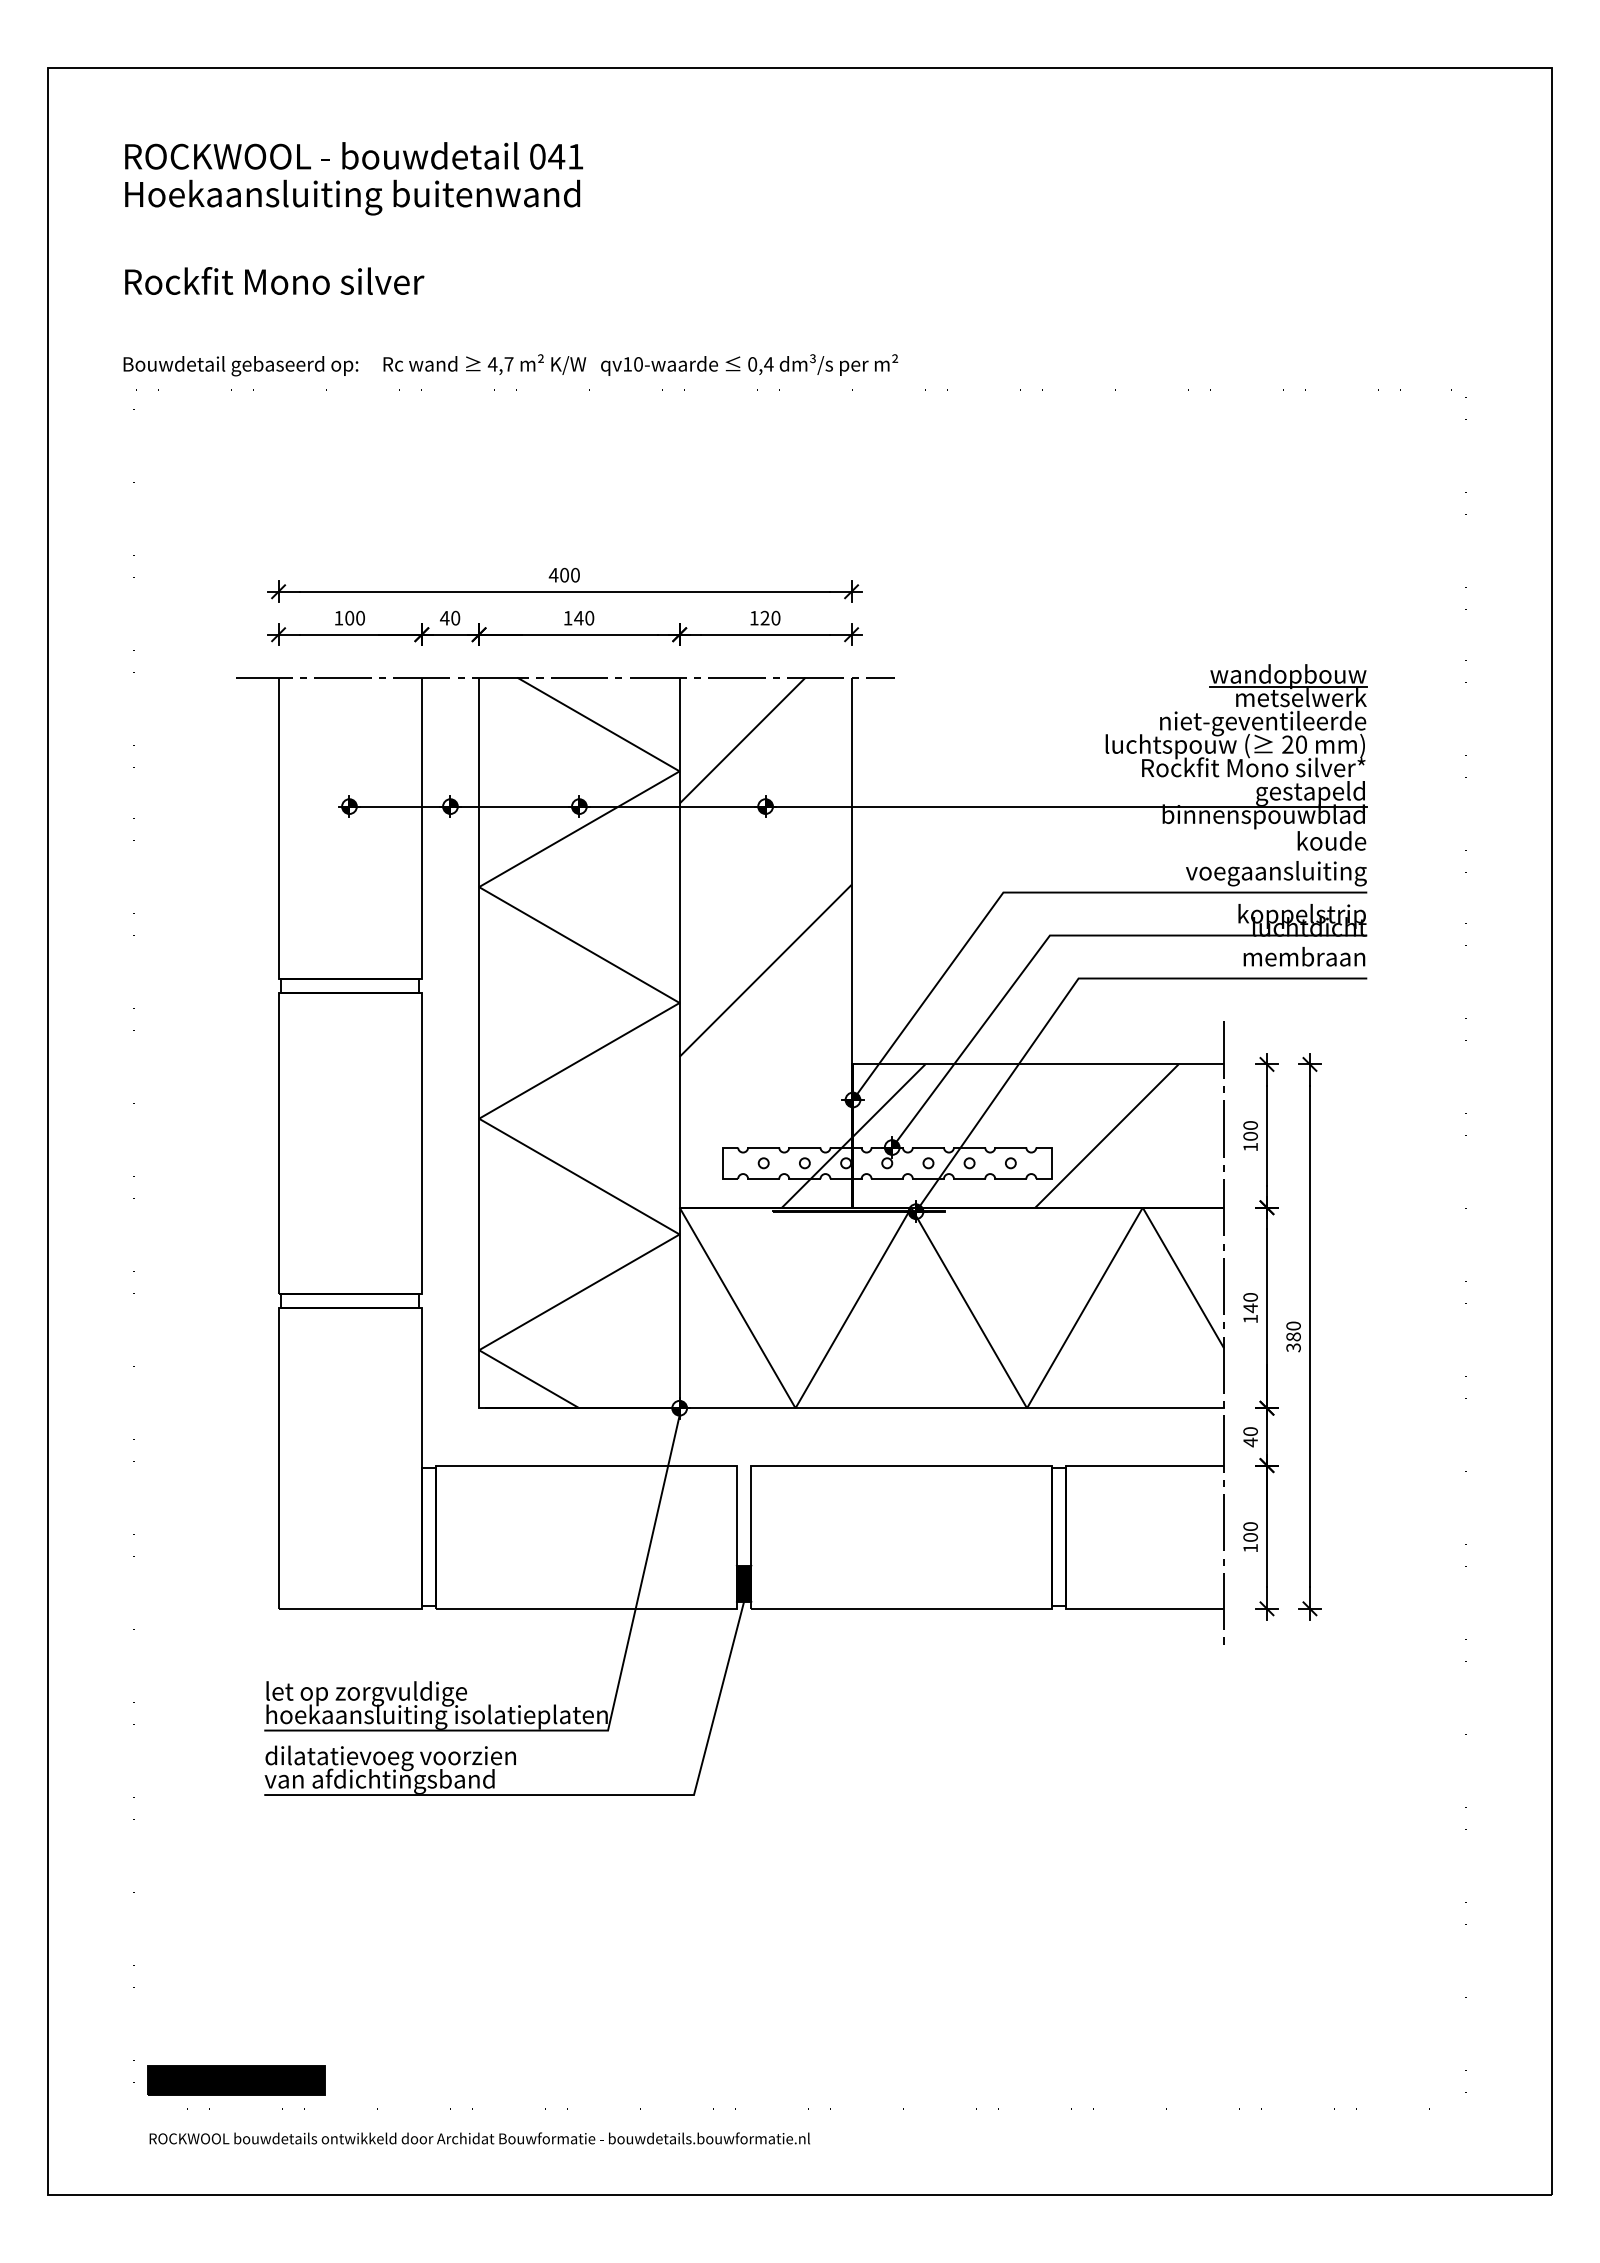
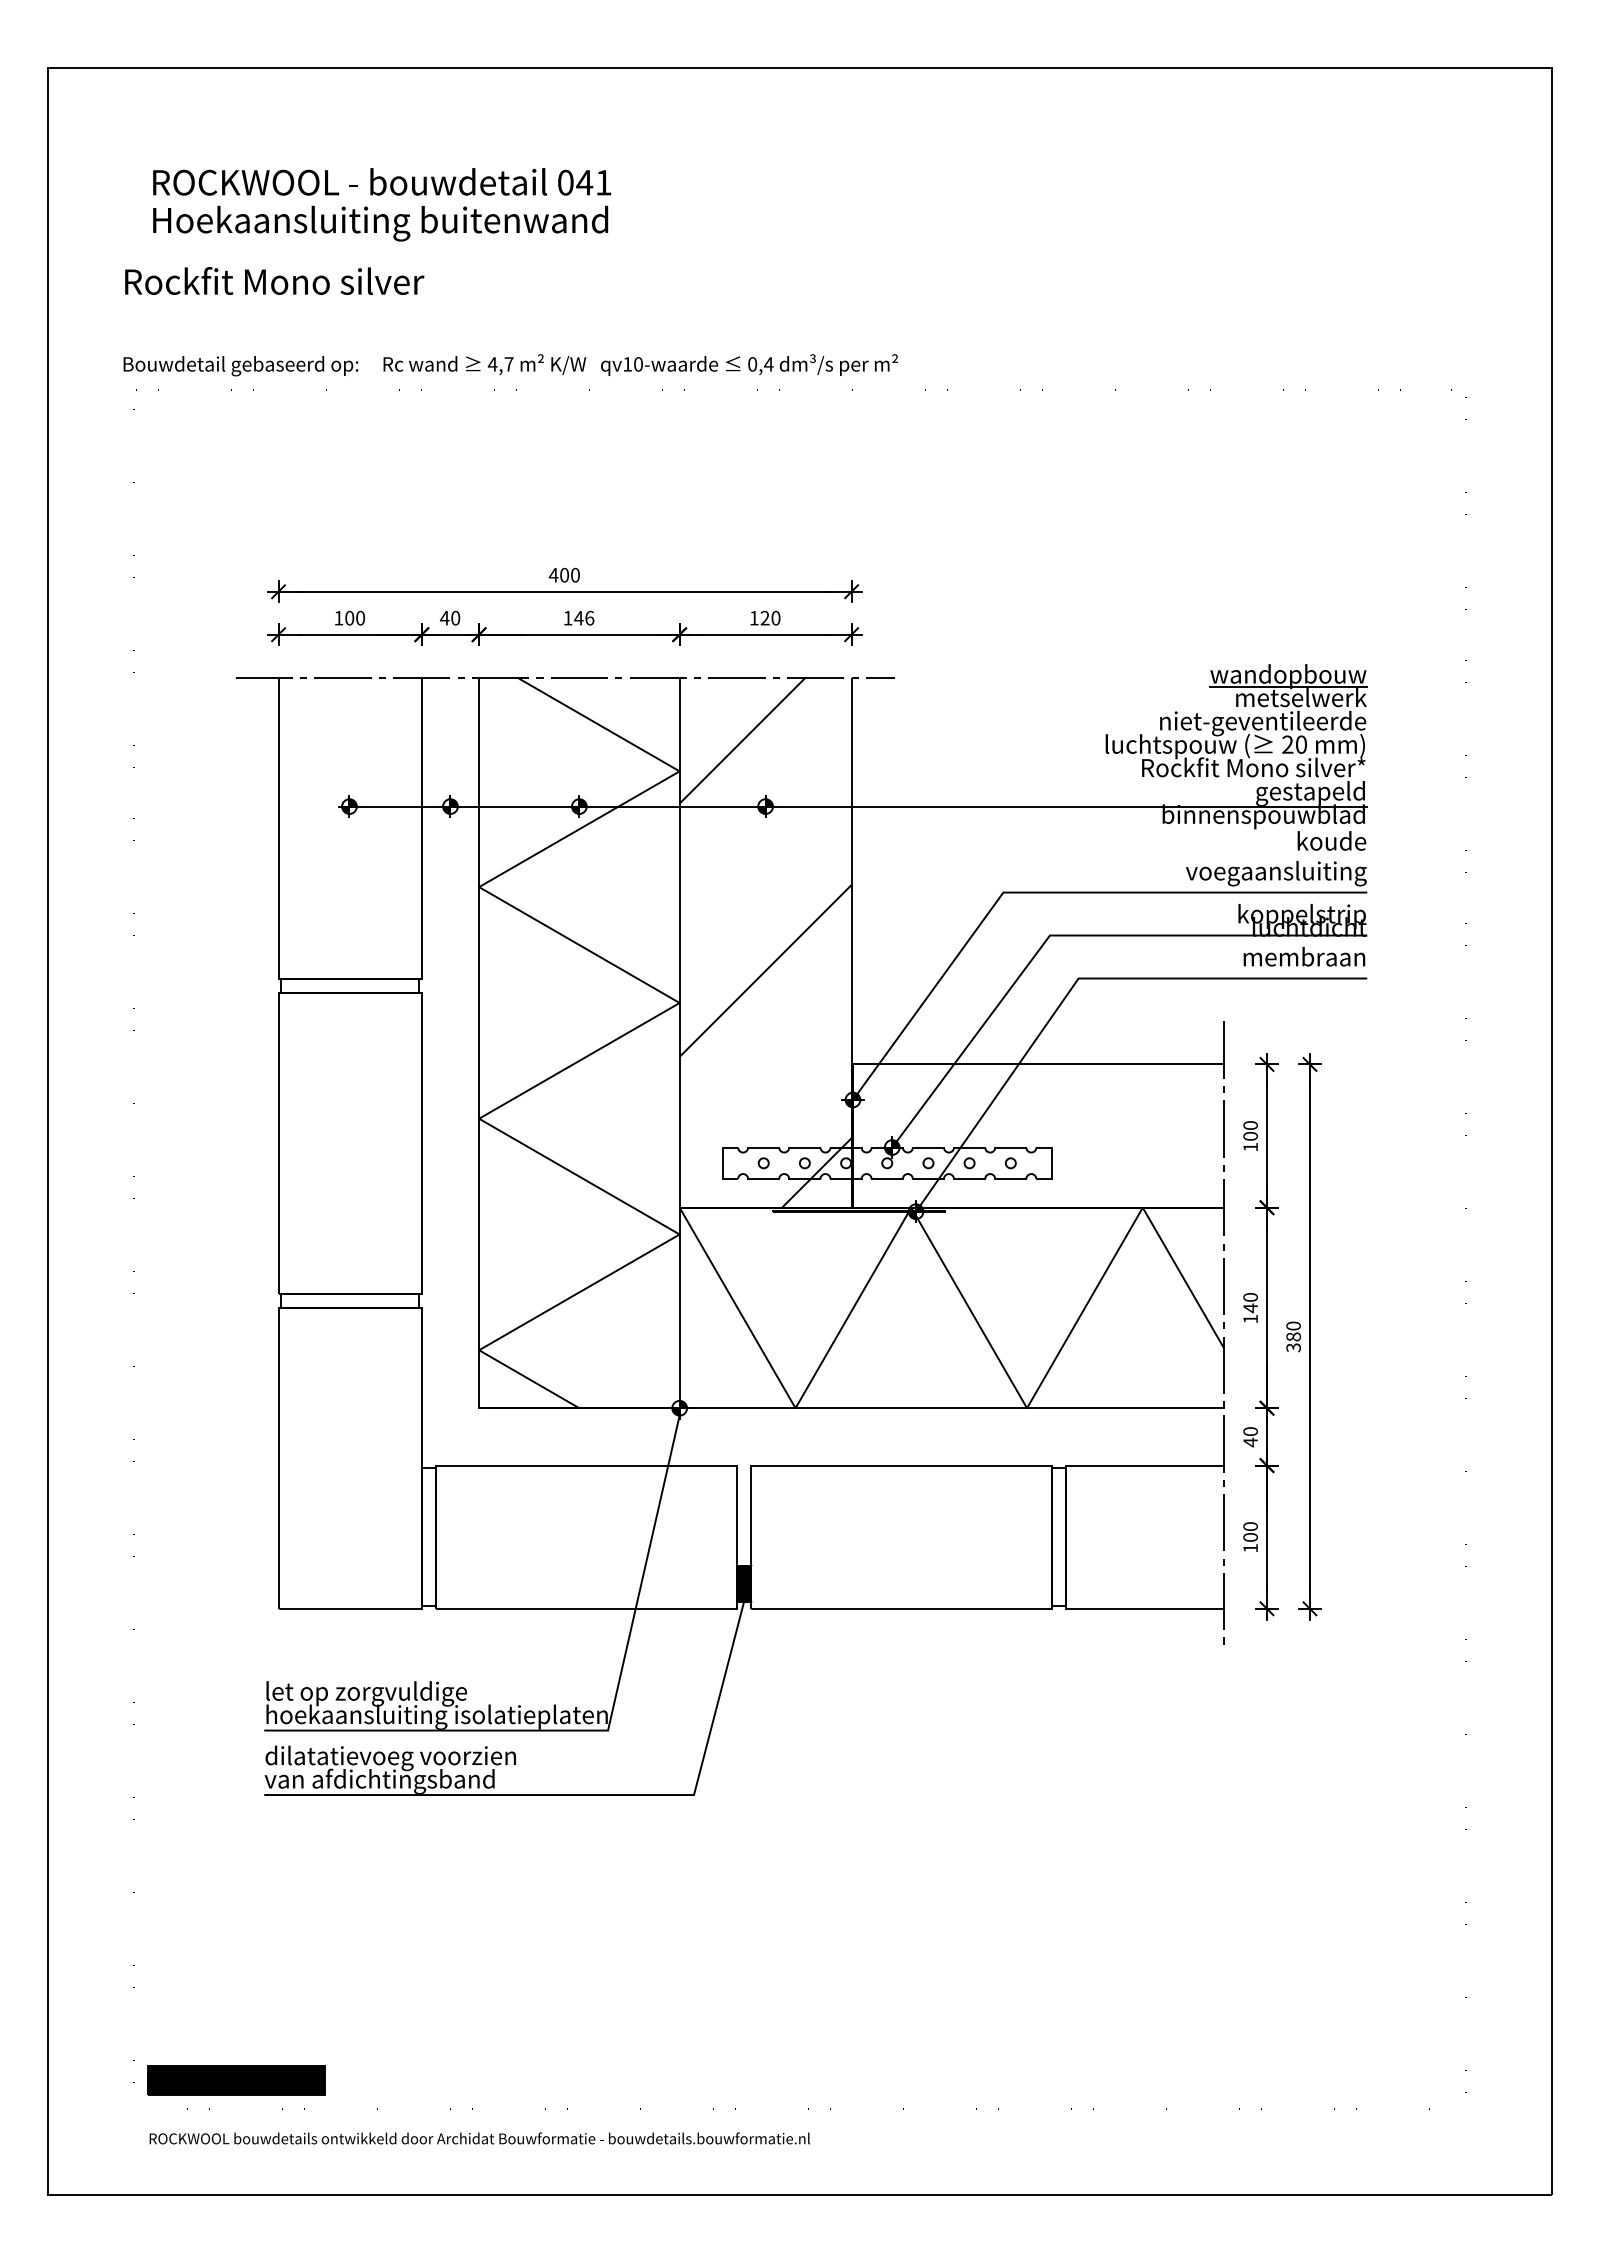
text at (353, 178) position: (353, 178) -> (381, 204)
text at (589, 617): 140 -> 146
hatch at (1015, 1135): present -> none
